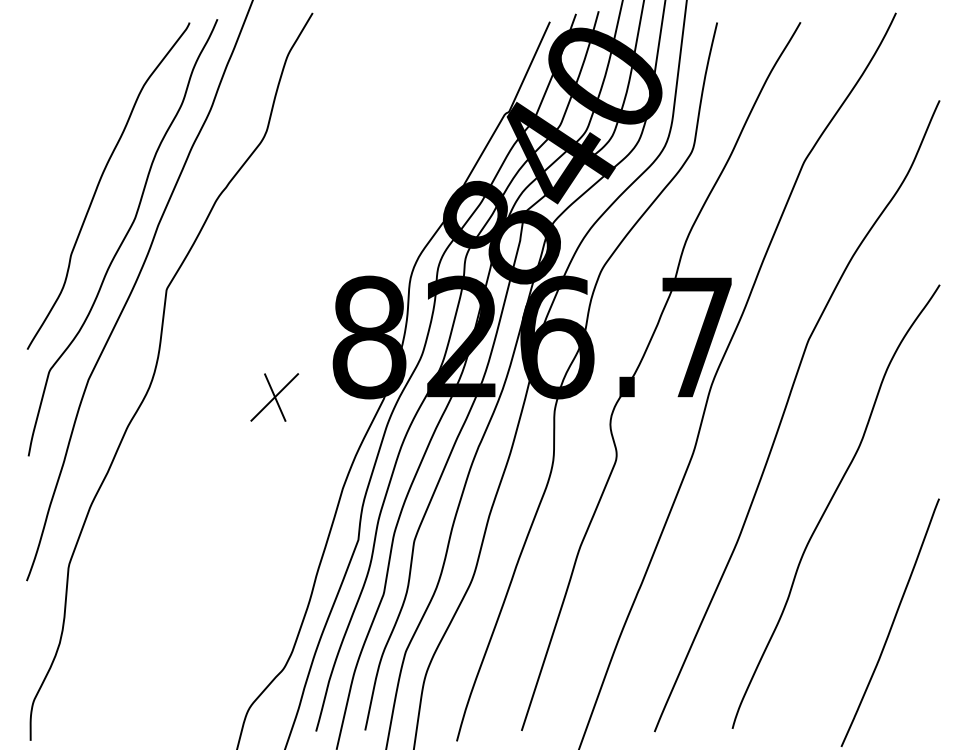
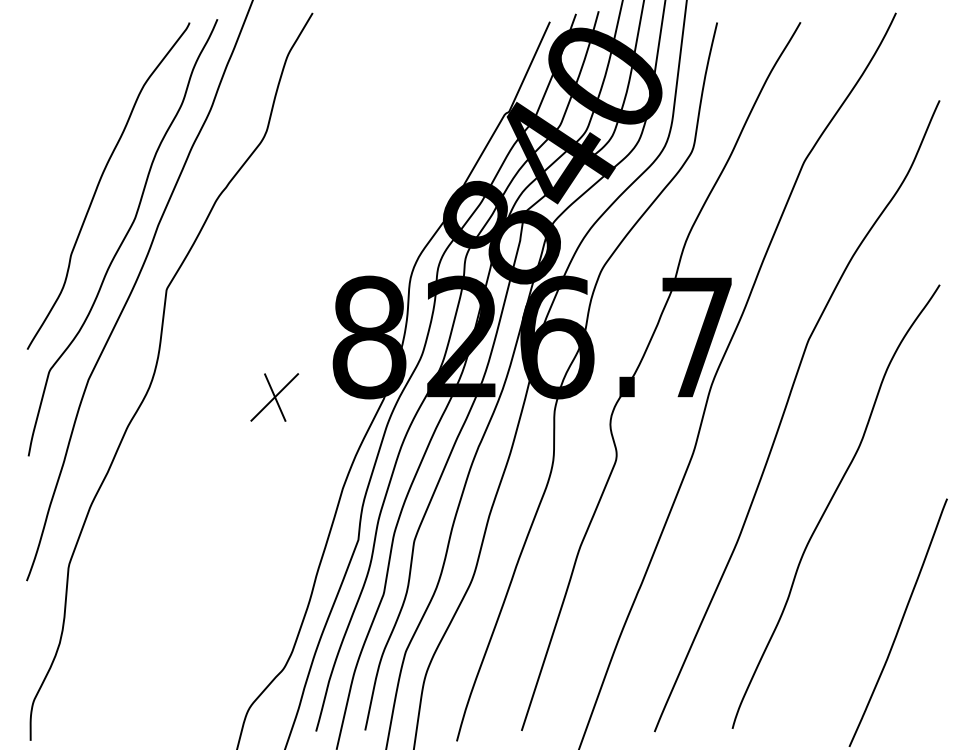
curve at (891, 623) position: (891, 623) -> (899, 623)
